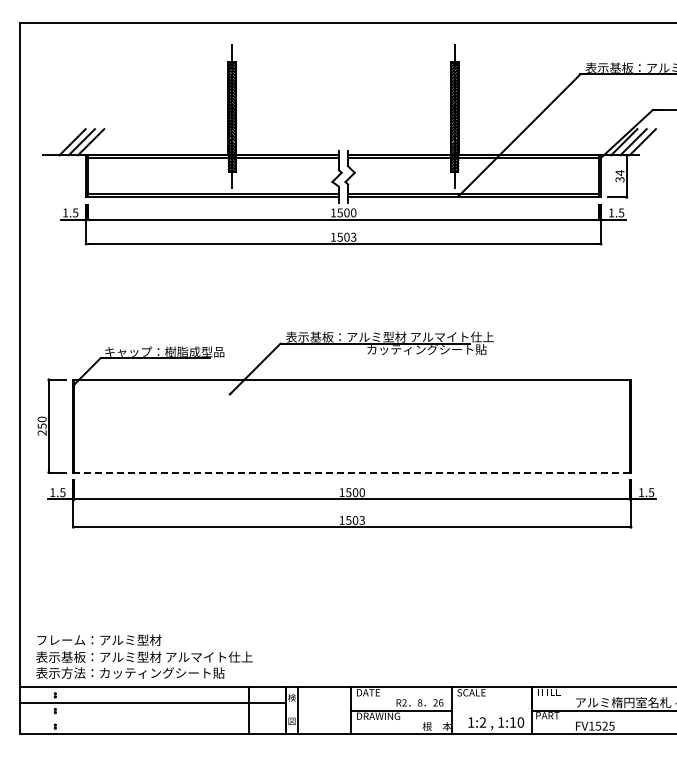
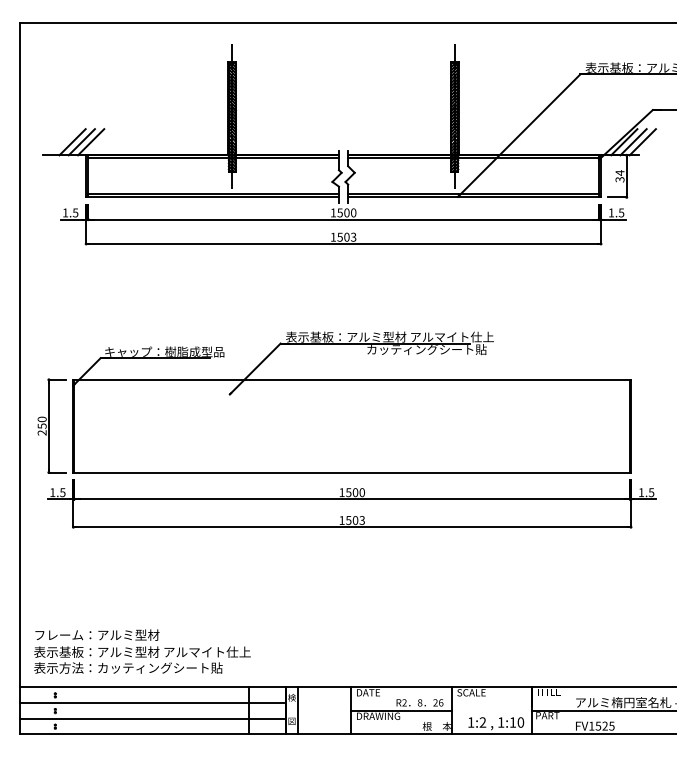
line at (351, 472): dashed -> solid
text at (144, 656) position: (144, 656) -> (142, 651)
line at (153, 718): none -> present
